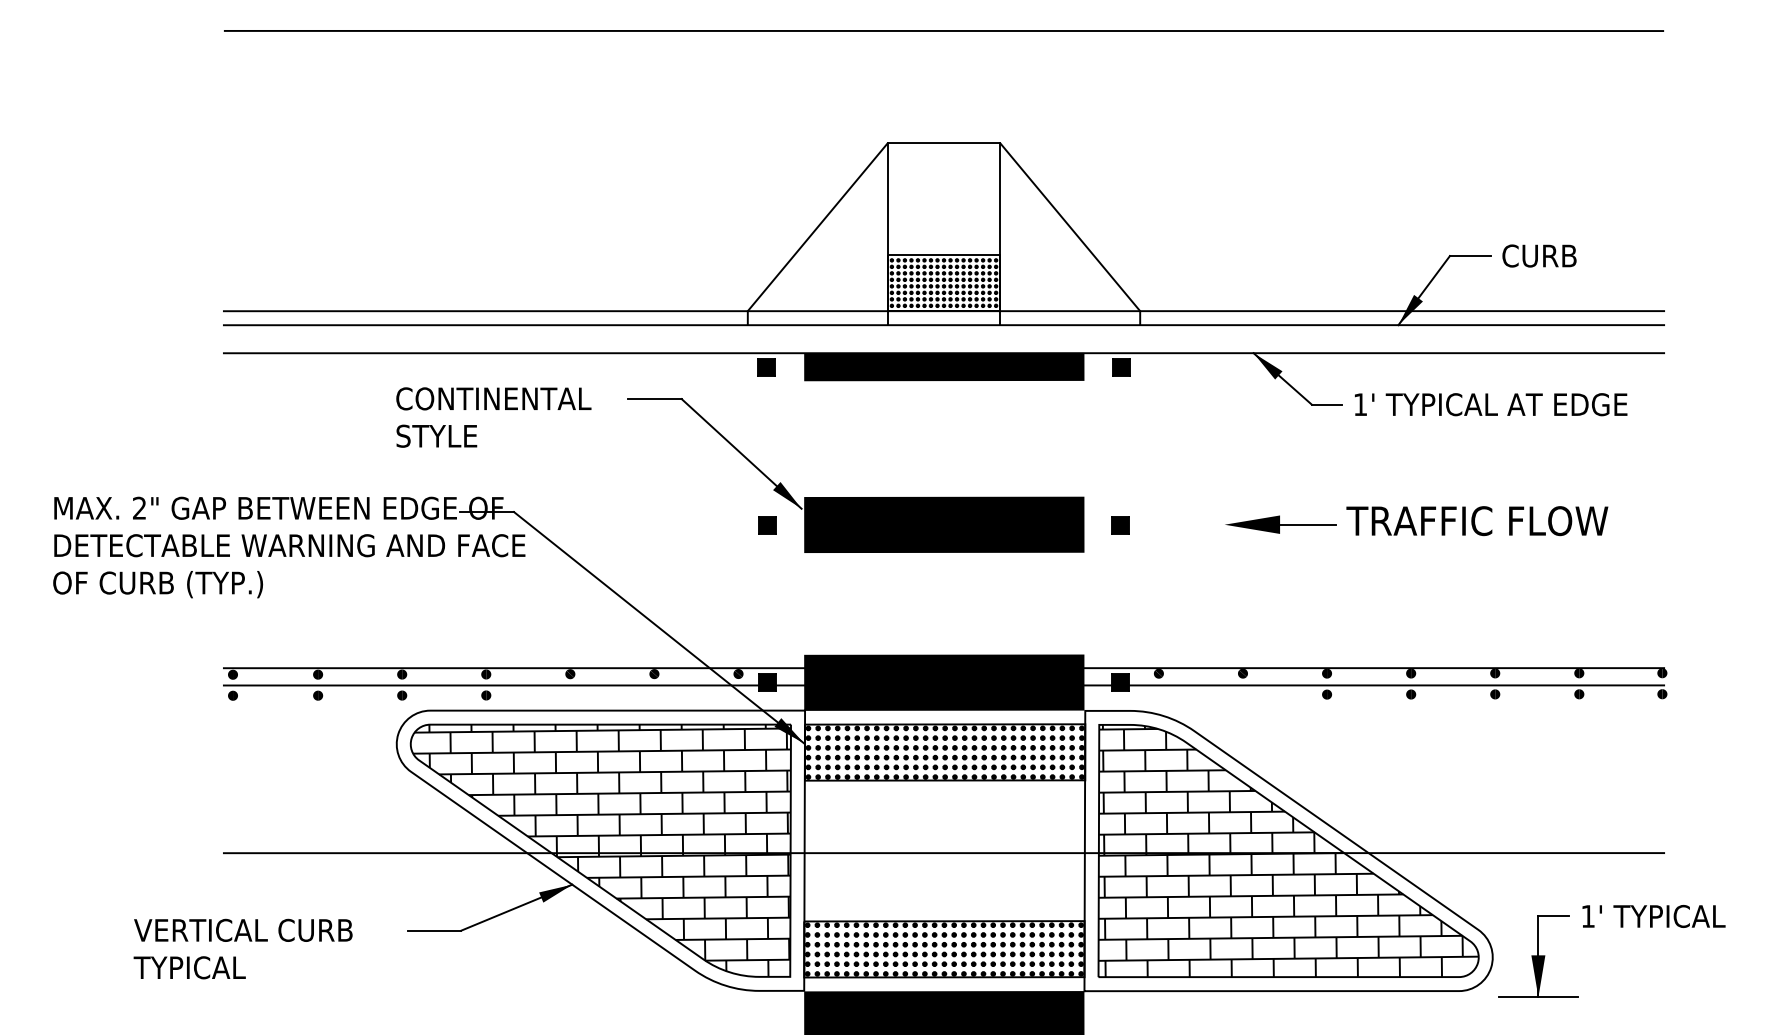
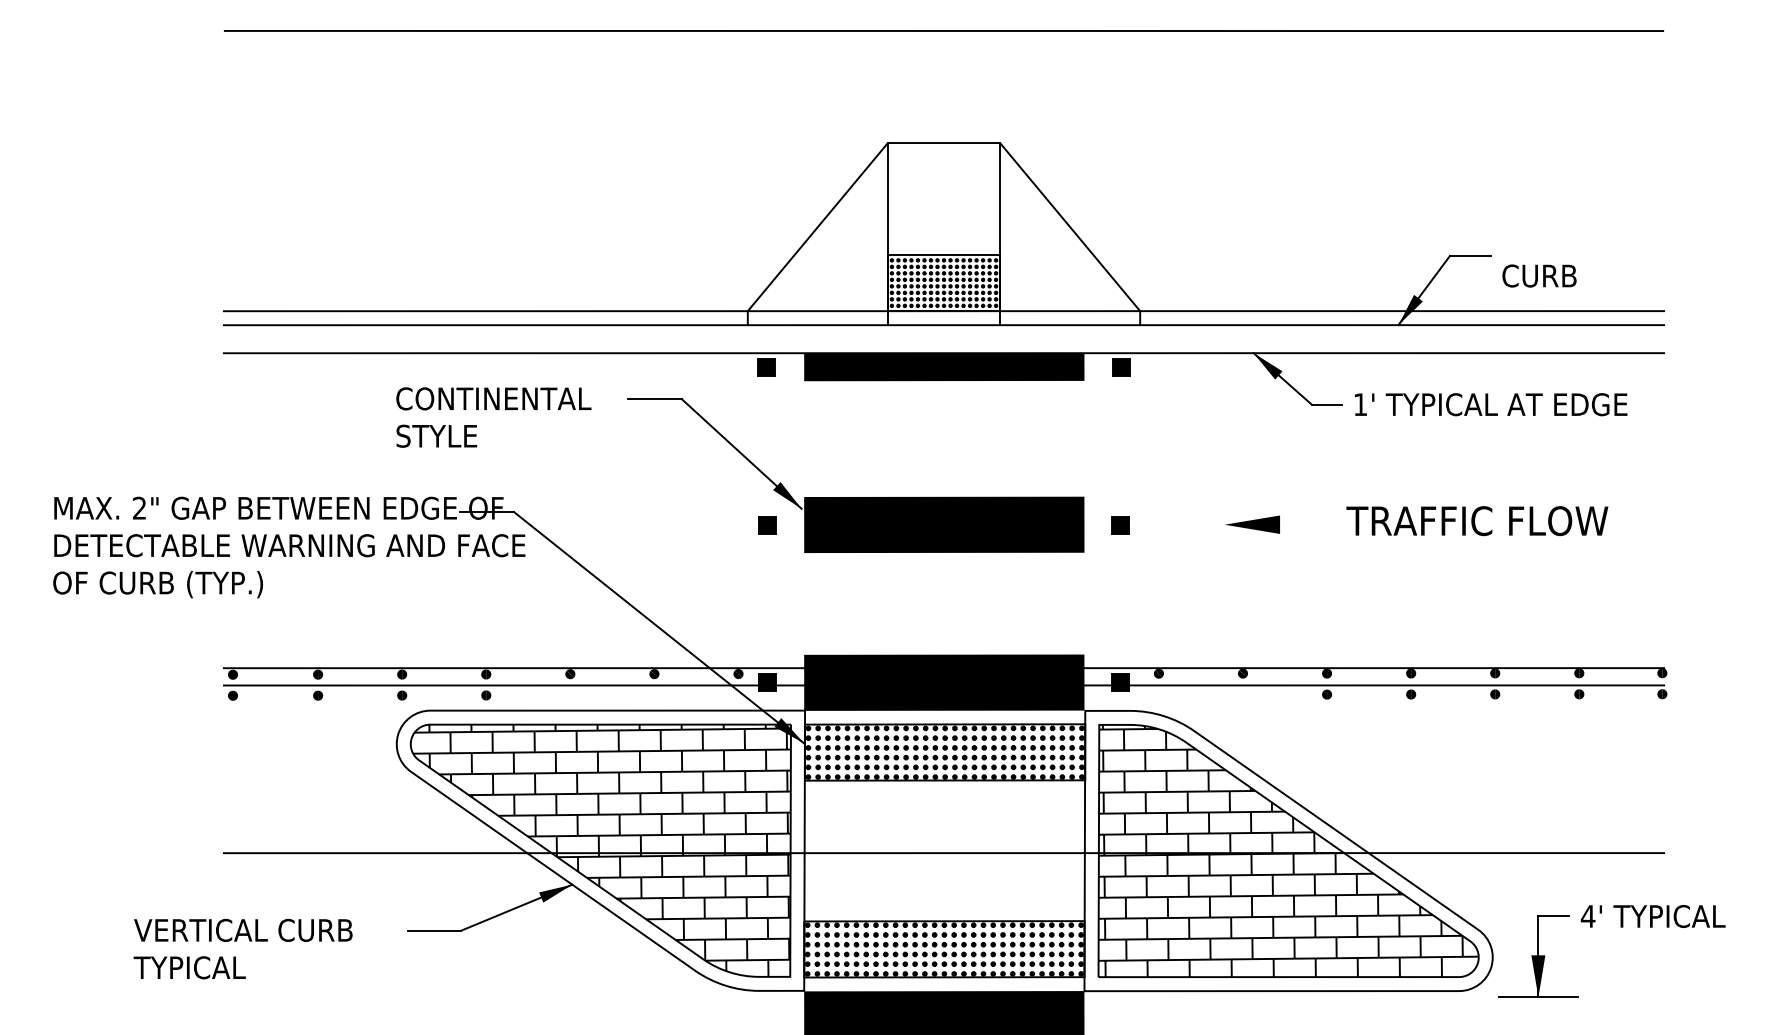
text at (1539, 255) position: (1539, 255) -> (1539, 275)
line at (1307, 524): present -> none
text at (1587, 916): 1' -> 4'
